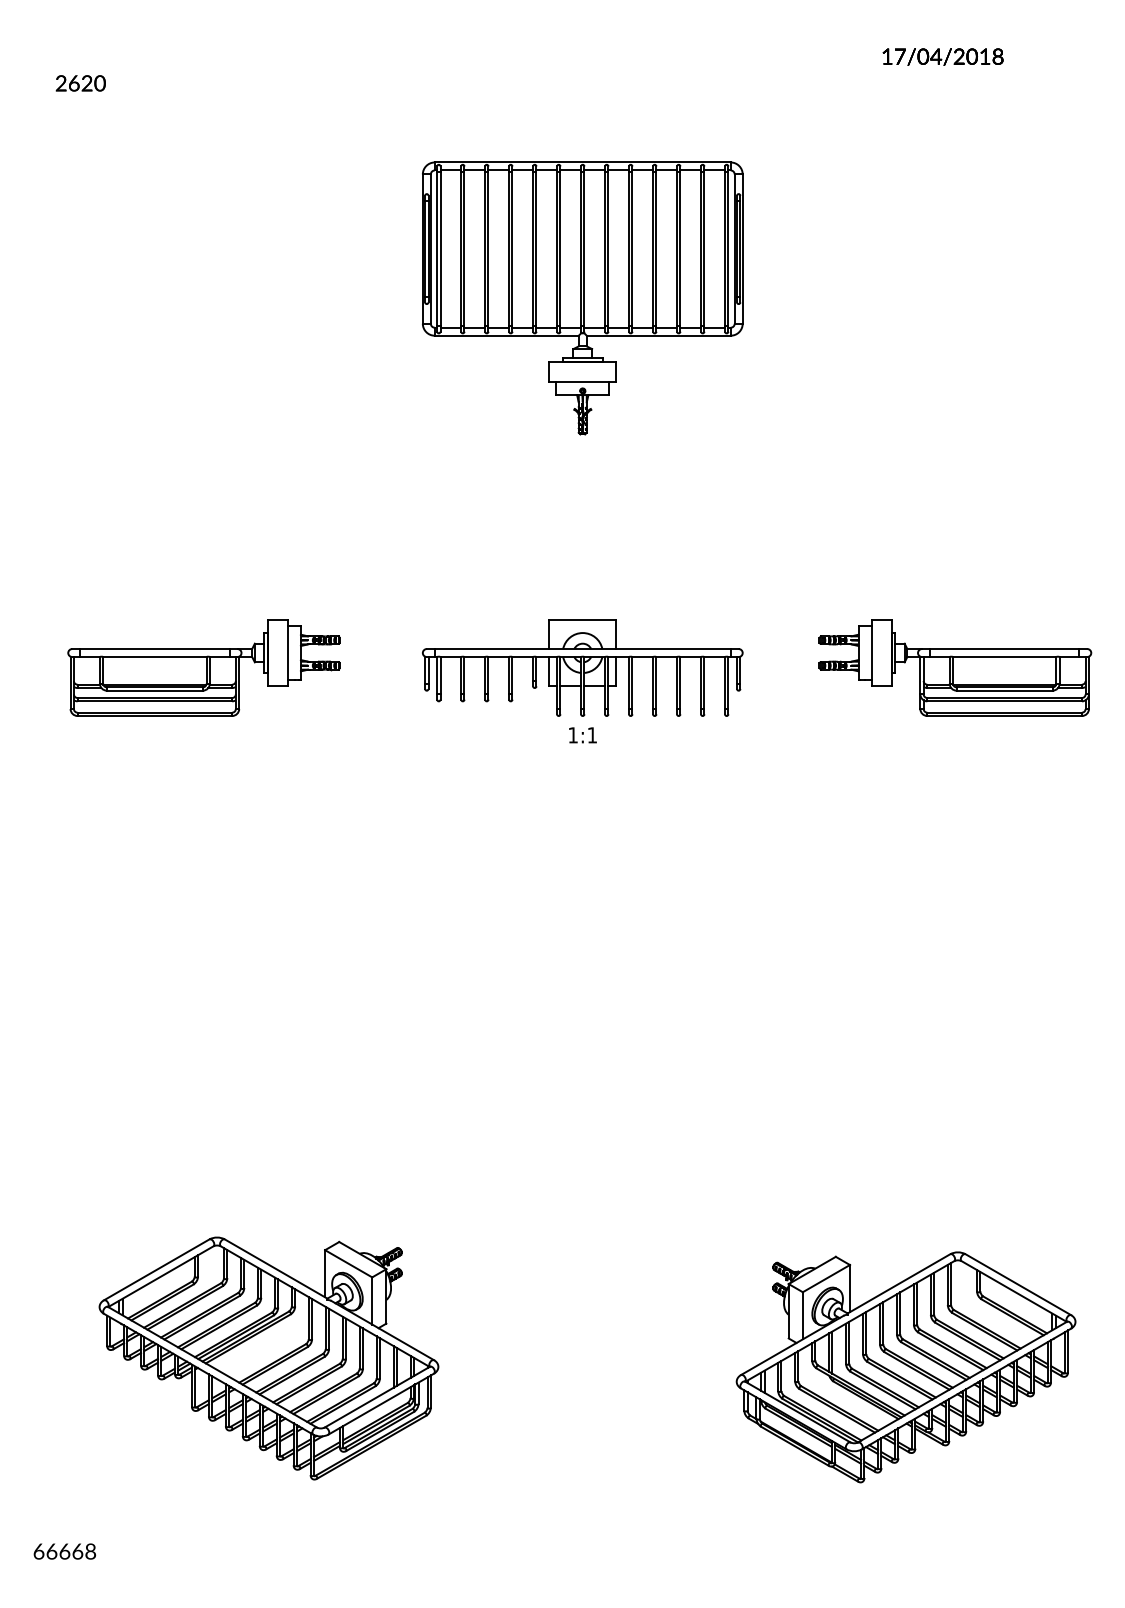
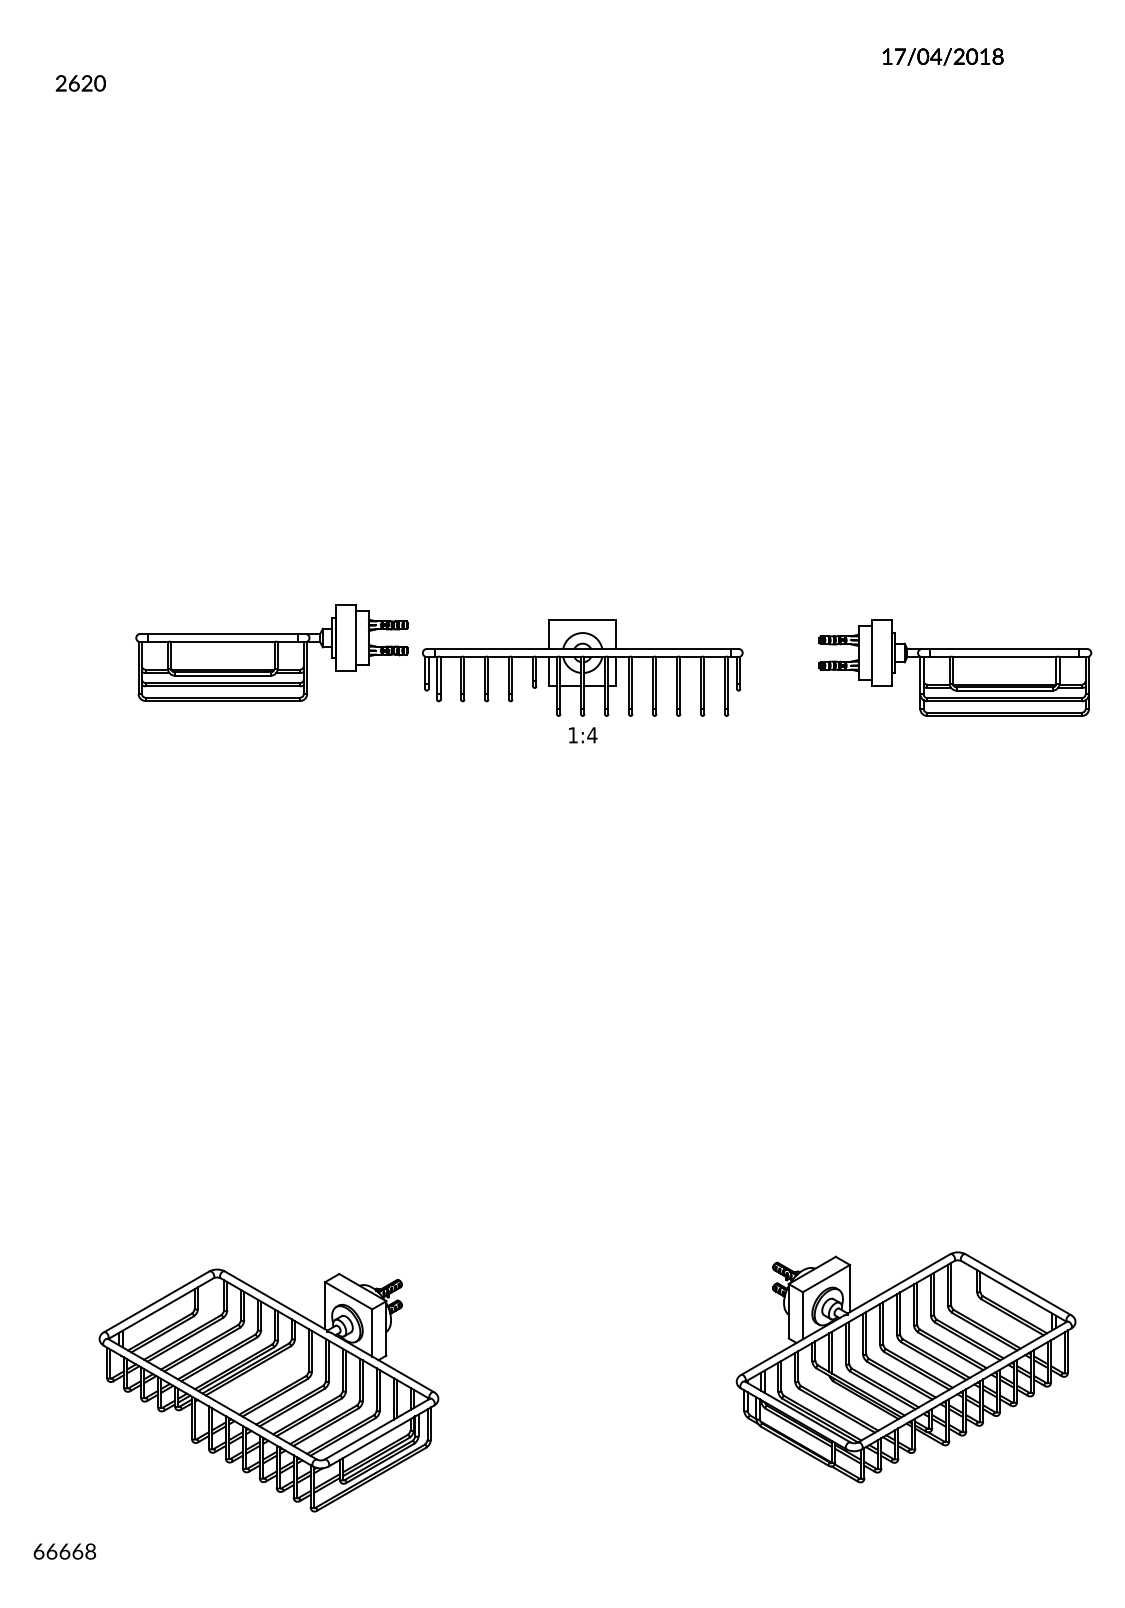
part at (582, 298): present -> none
part at (203, 667) position: (203, 667) -> (271, 652)
text at (592, 735): 1:1 -> 1:4
part at (268, 1358) position: (268, 1358) -> (268, 1390)
